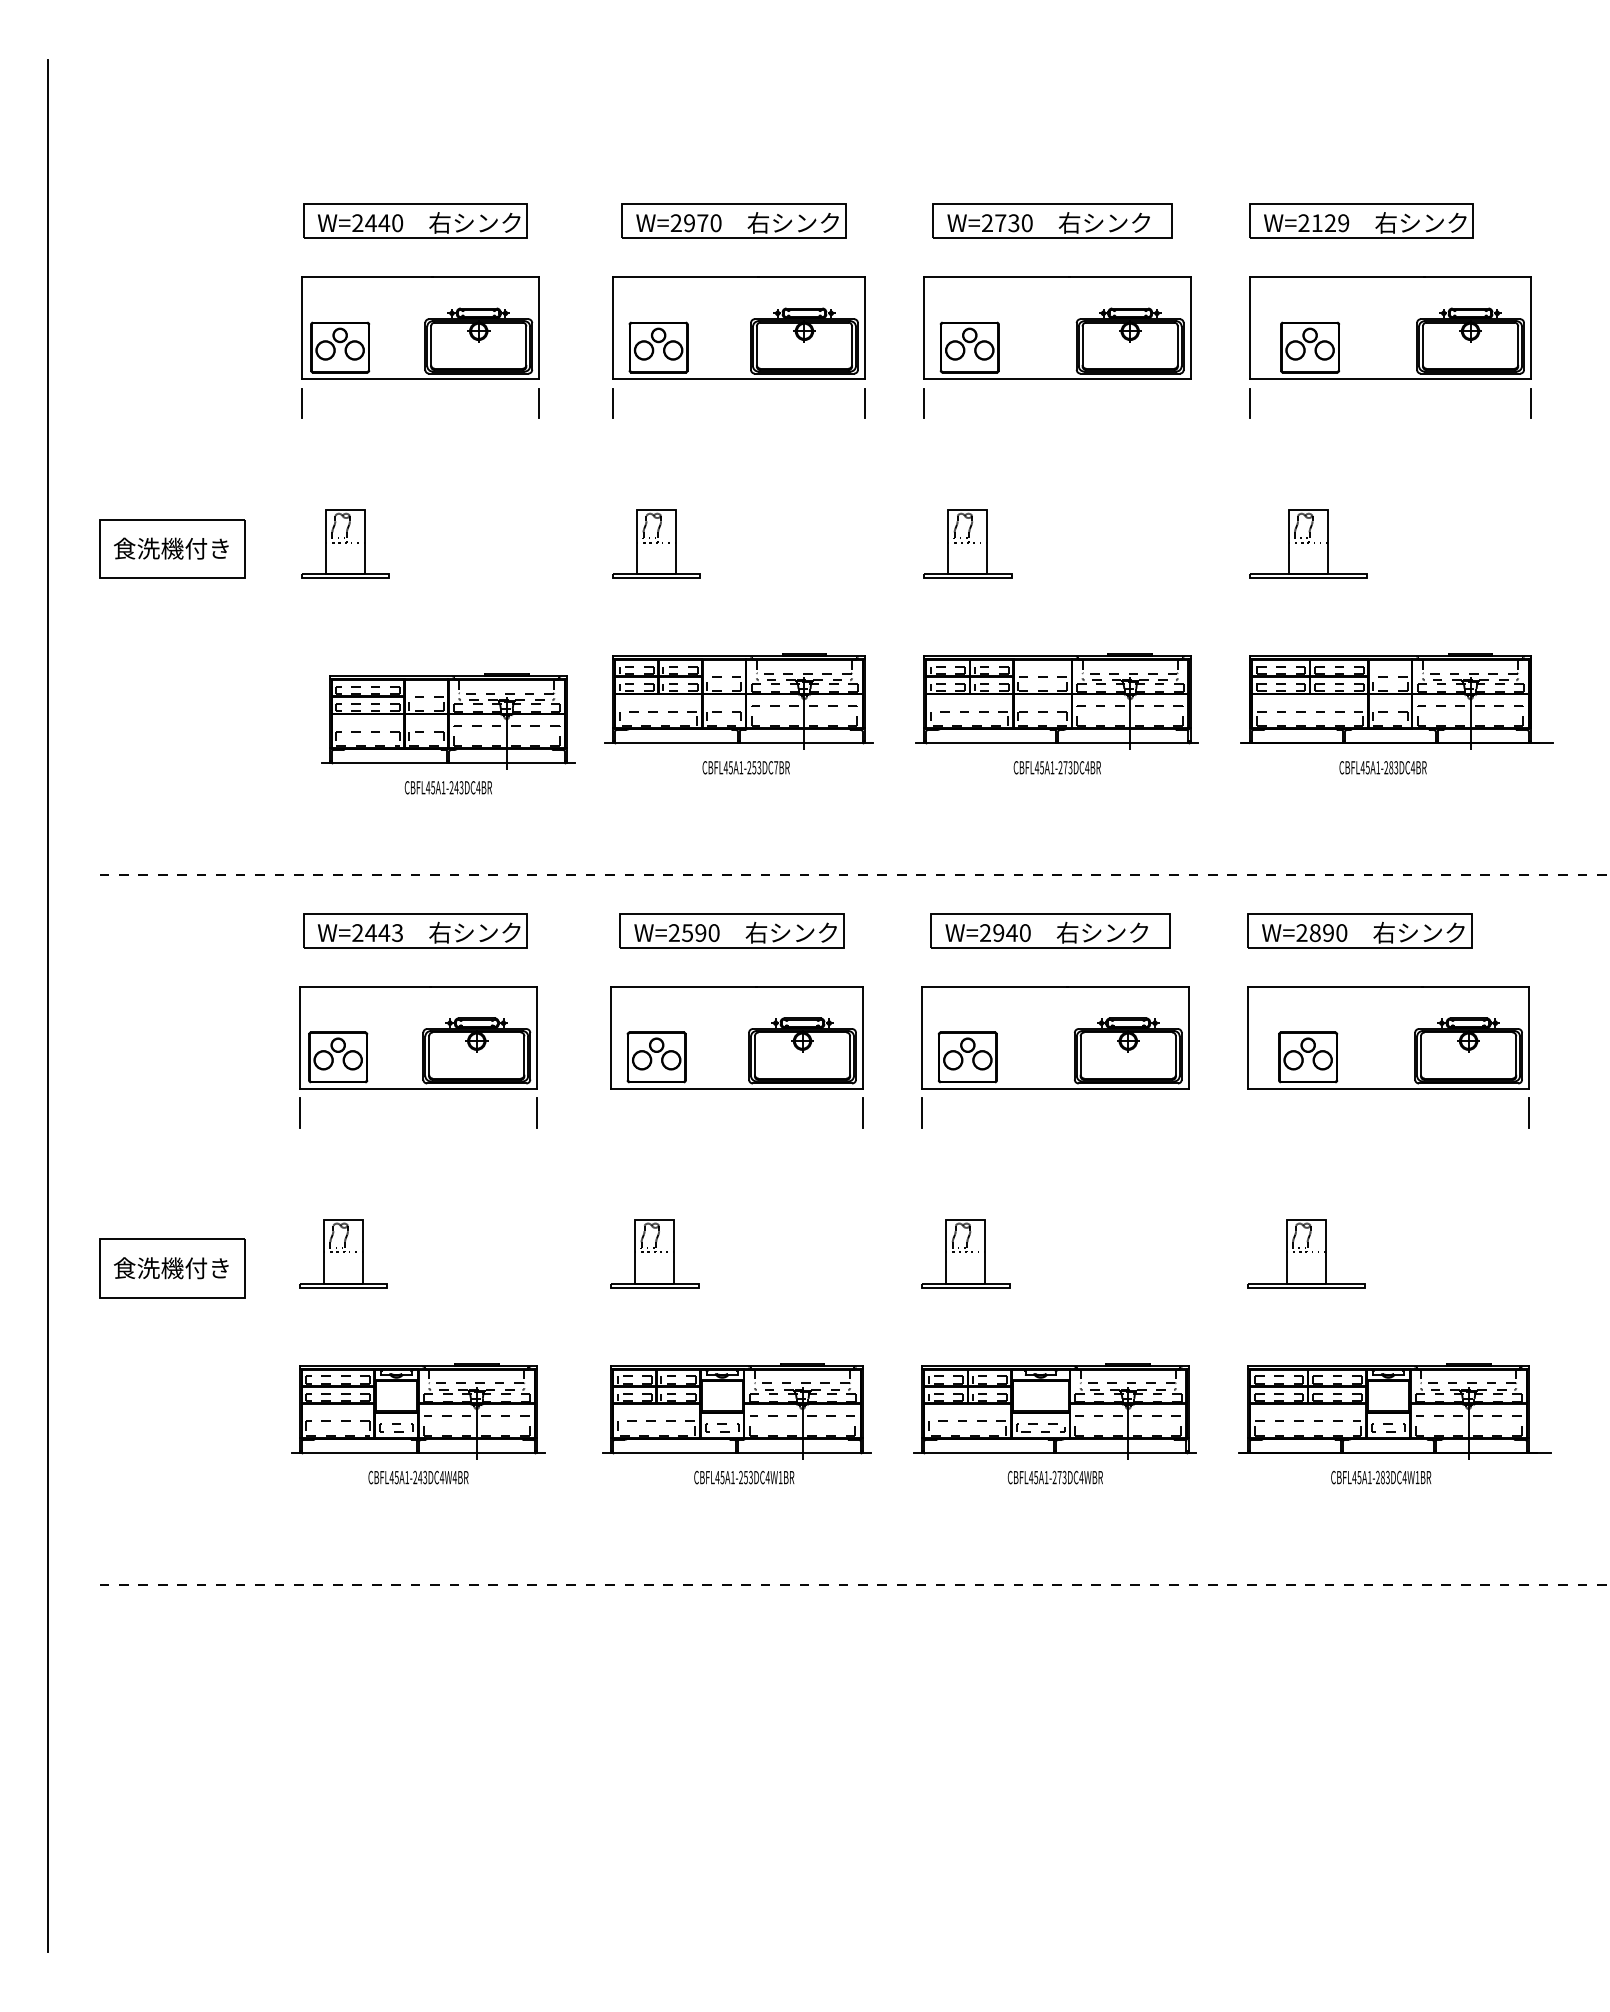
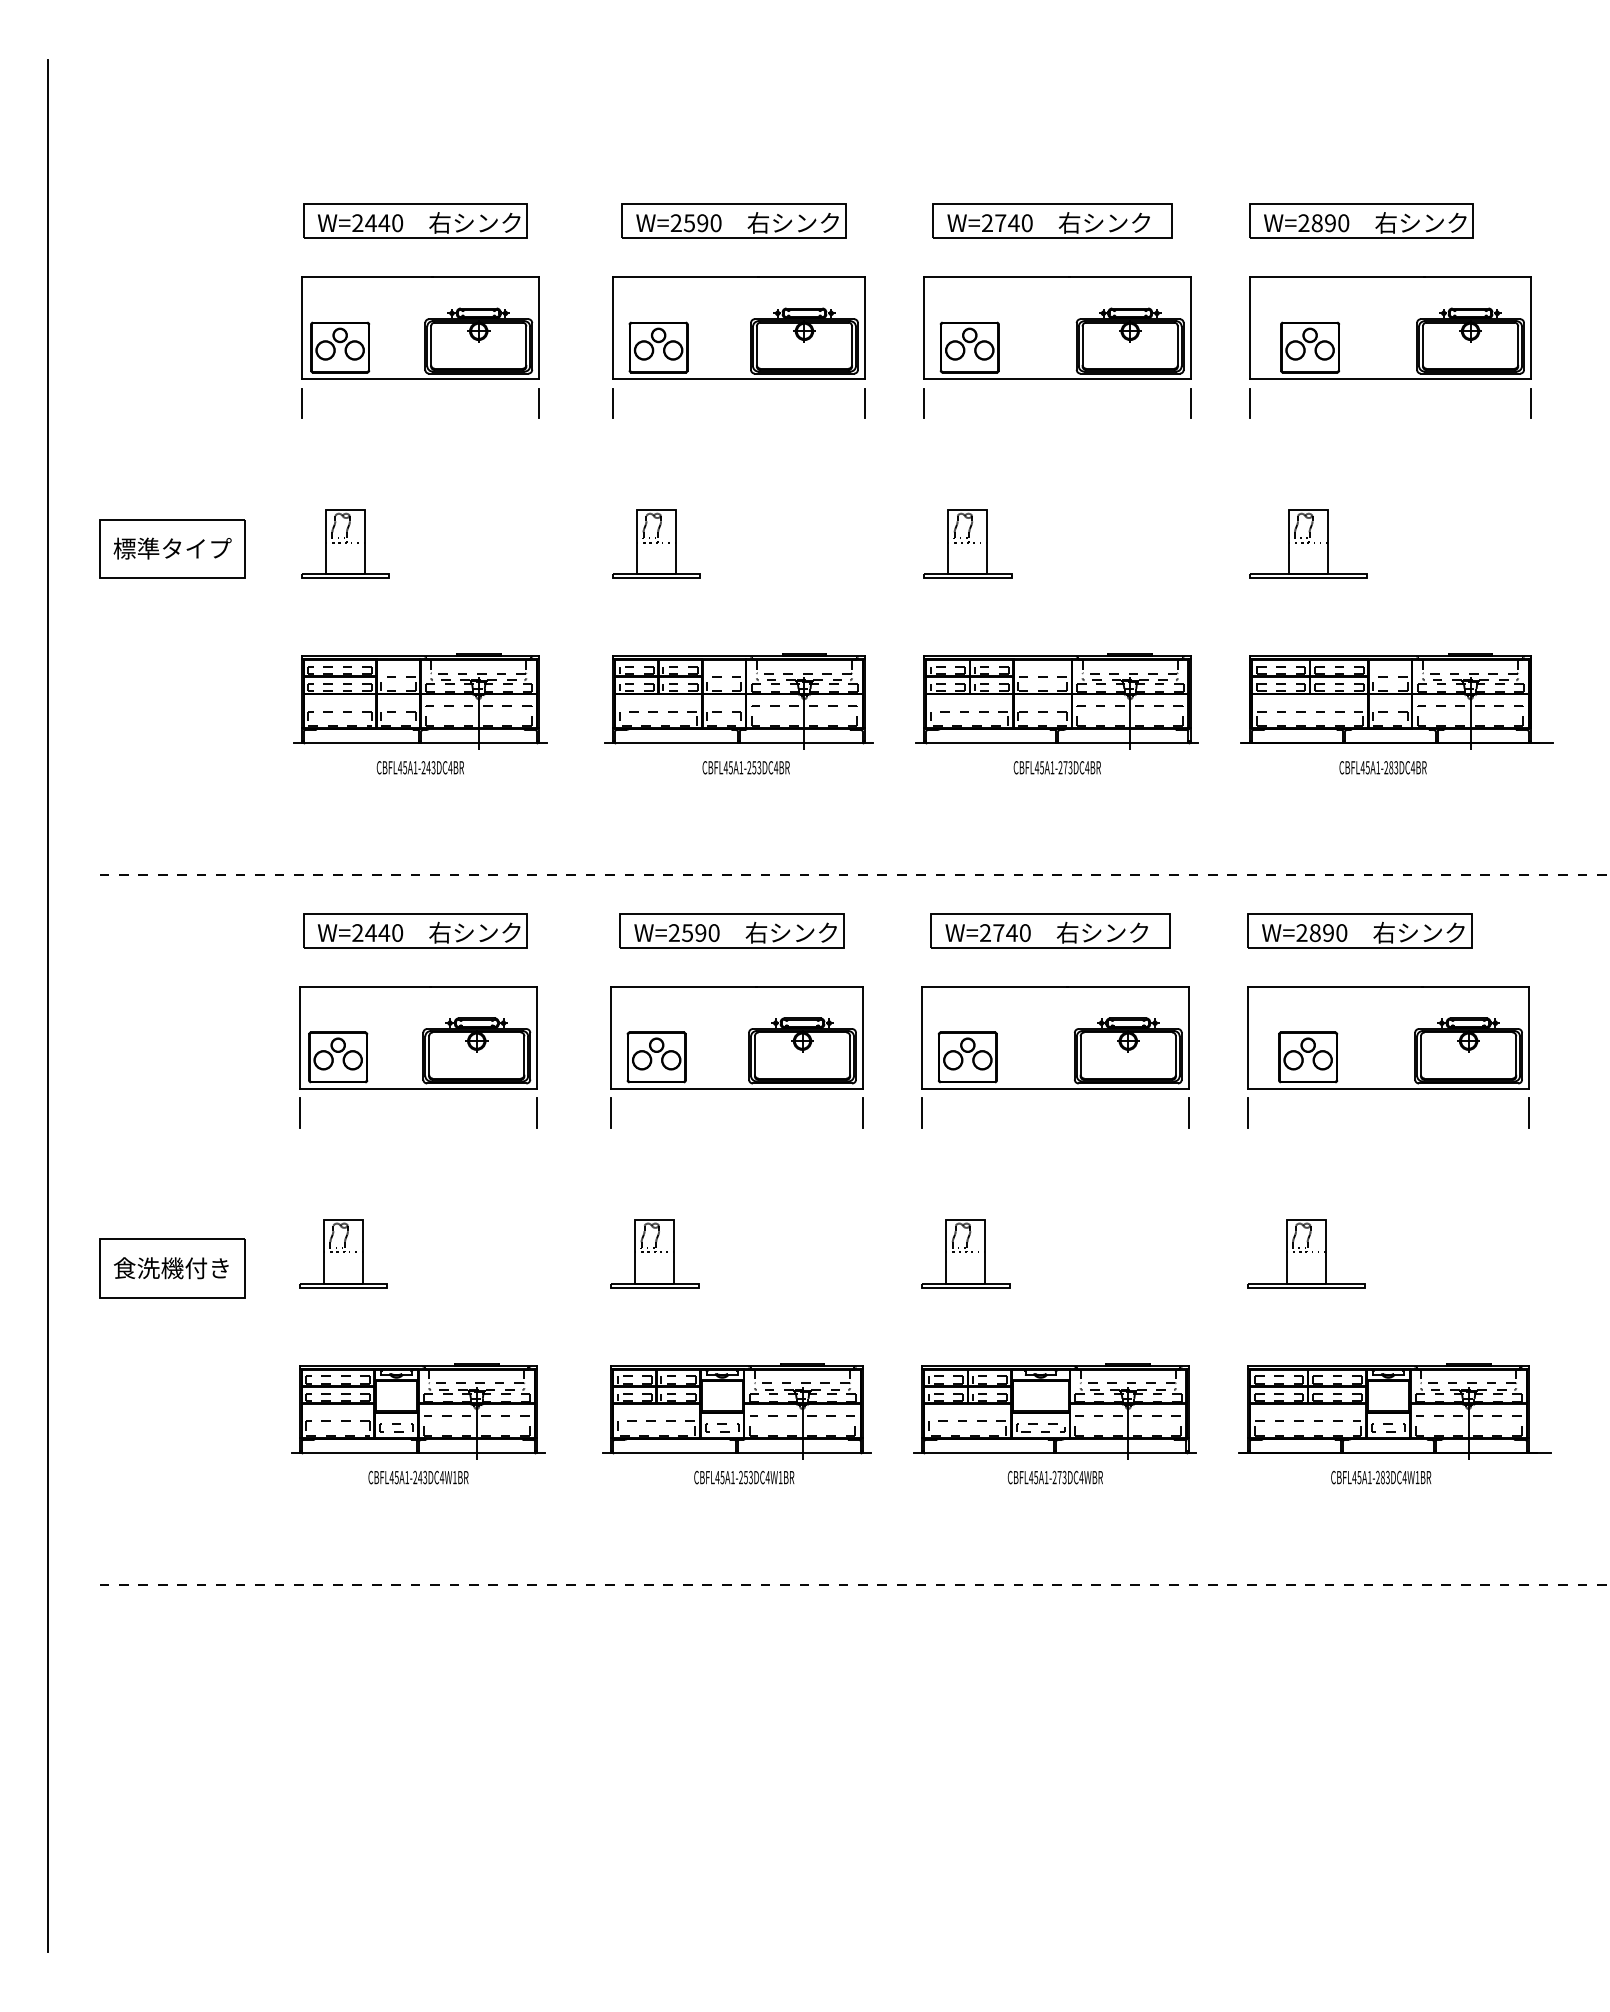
text at (696, 223): W=2970 -> W=2590
text at (1013, 223): W=2730 -> W=2740
text at (1330, 223): W=2129 -> W=2890
line at (1190, 403): none -> present
text at (172, 548): 食洗機付き -> 標準タイプ
part at (448, 733) position: (448, 733) -> (420, 713)
text at (776, 767): CBFL45A1-253DC7BR -> CBFL45A1-253DC4BR
text at (397, 932): W=2443 -> W=2440
text at (998, 933): W=2940 -> W=2740
line at (610, 1112): none -> present
line at (1188, 1112): none -> present
line at (1247, 1112): none -> present
text at (454, 1477): CBFL45A1-243DC4W4BR -> CBFL45A1-243DC4W1BR
